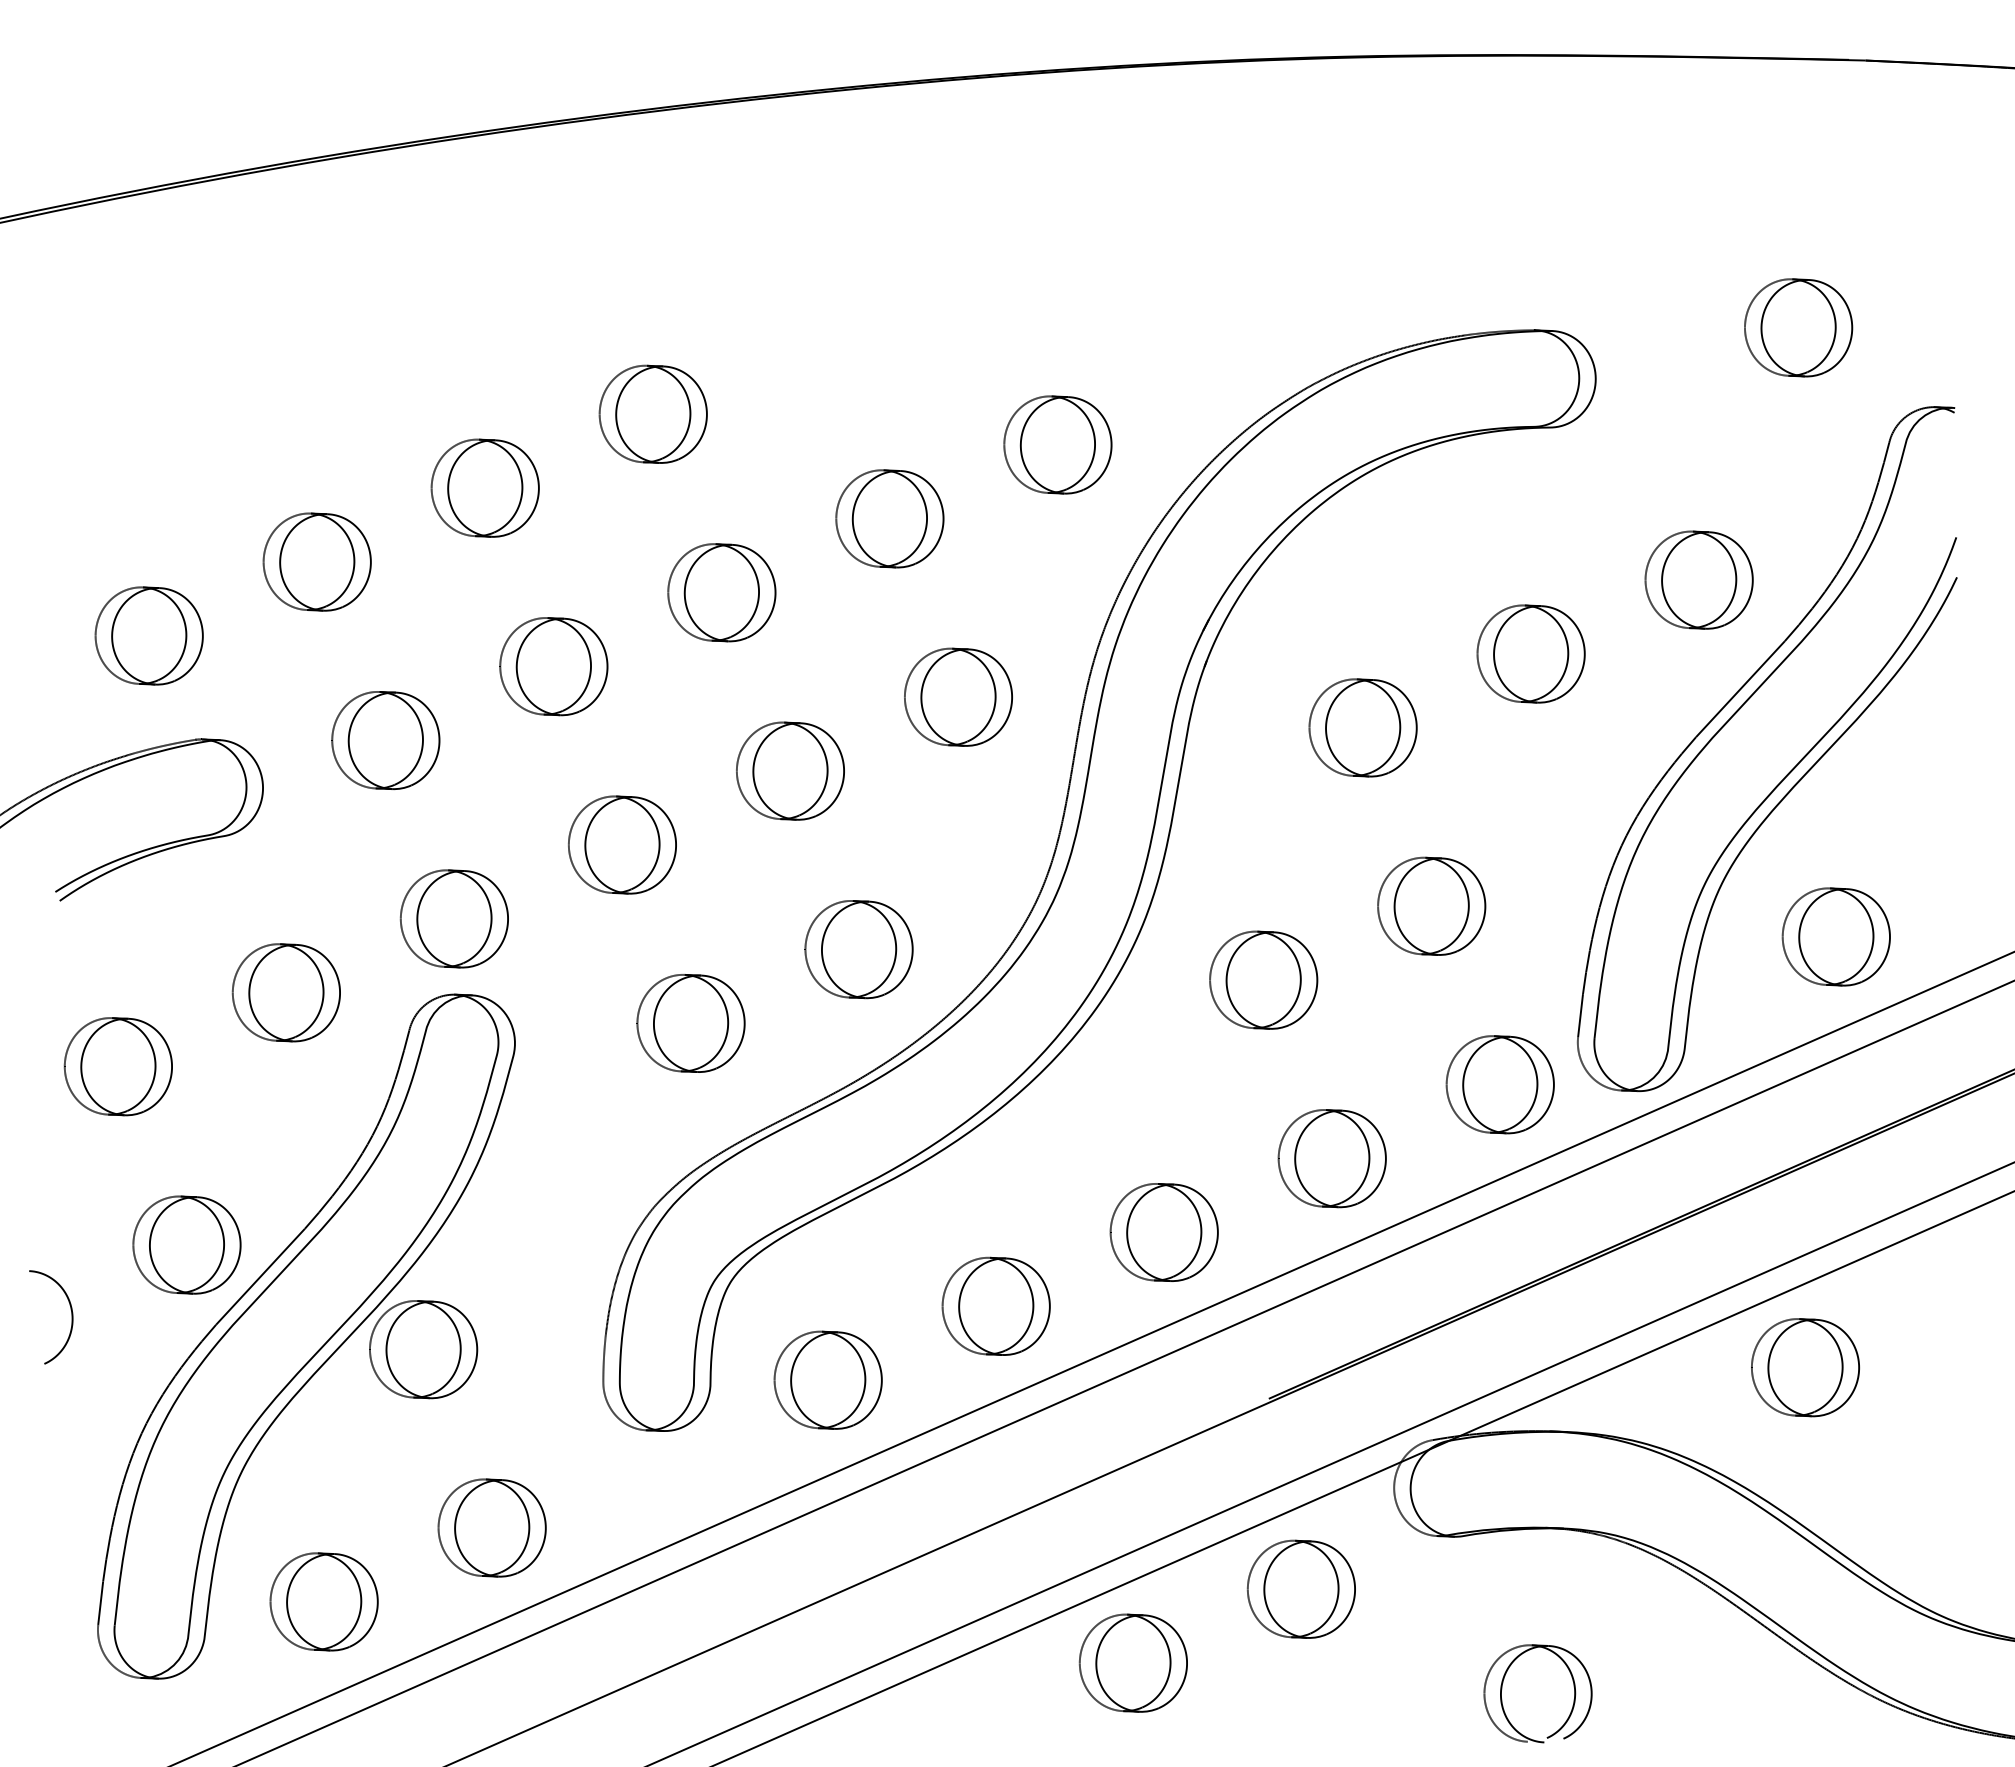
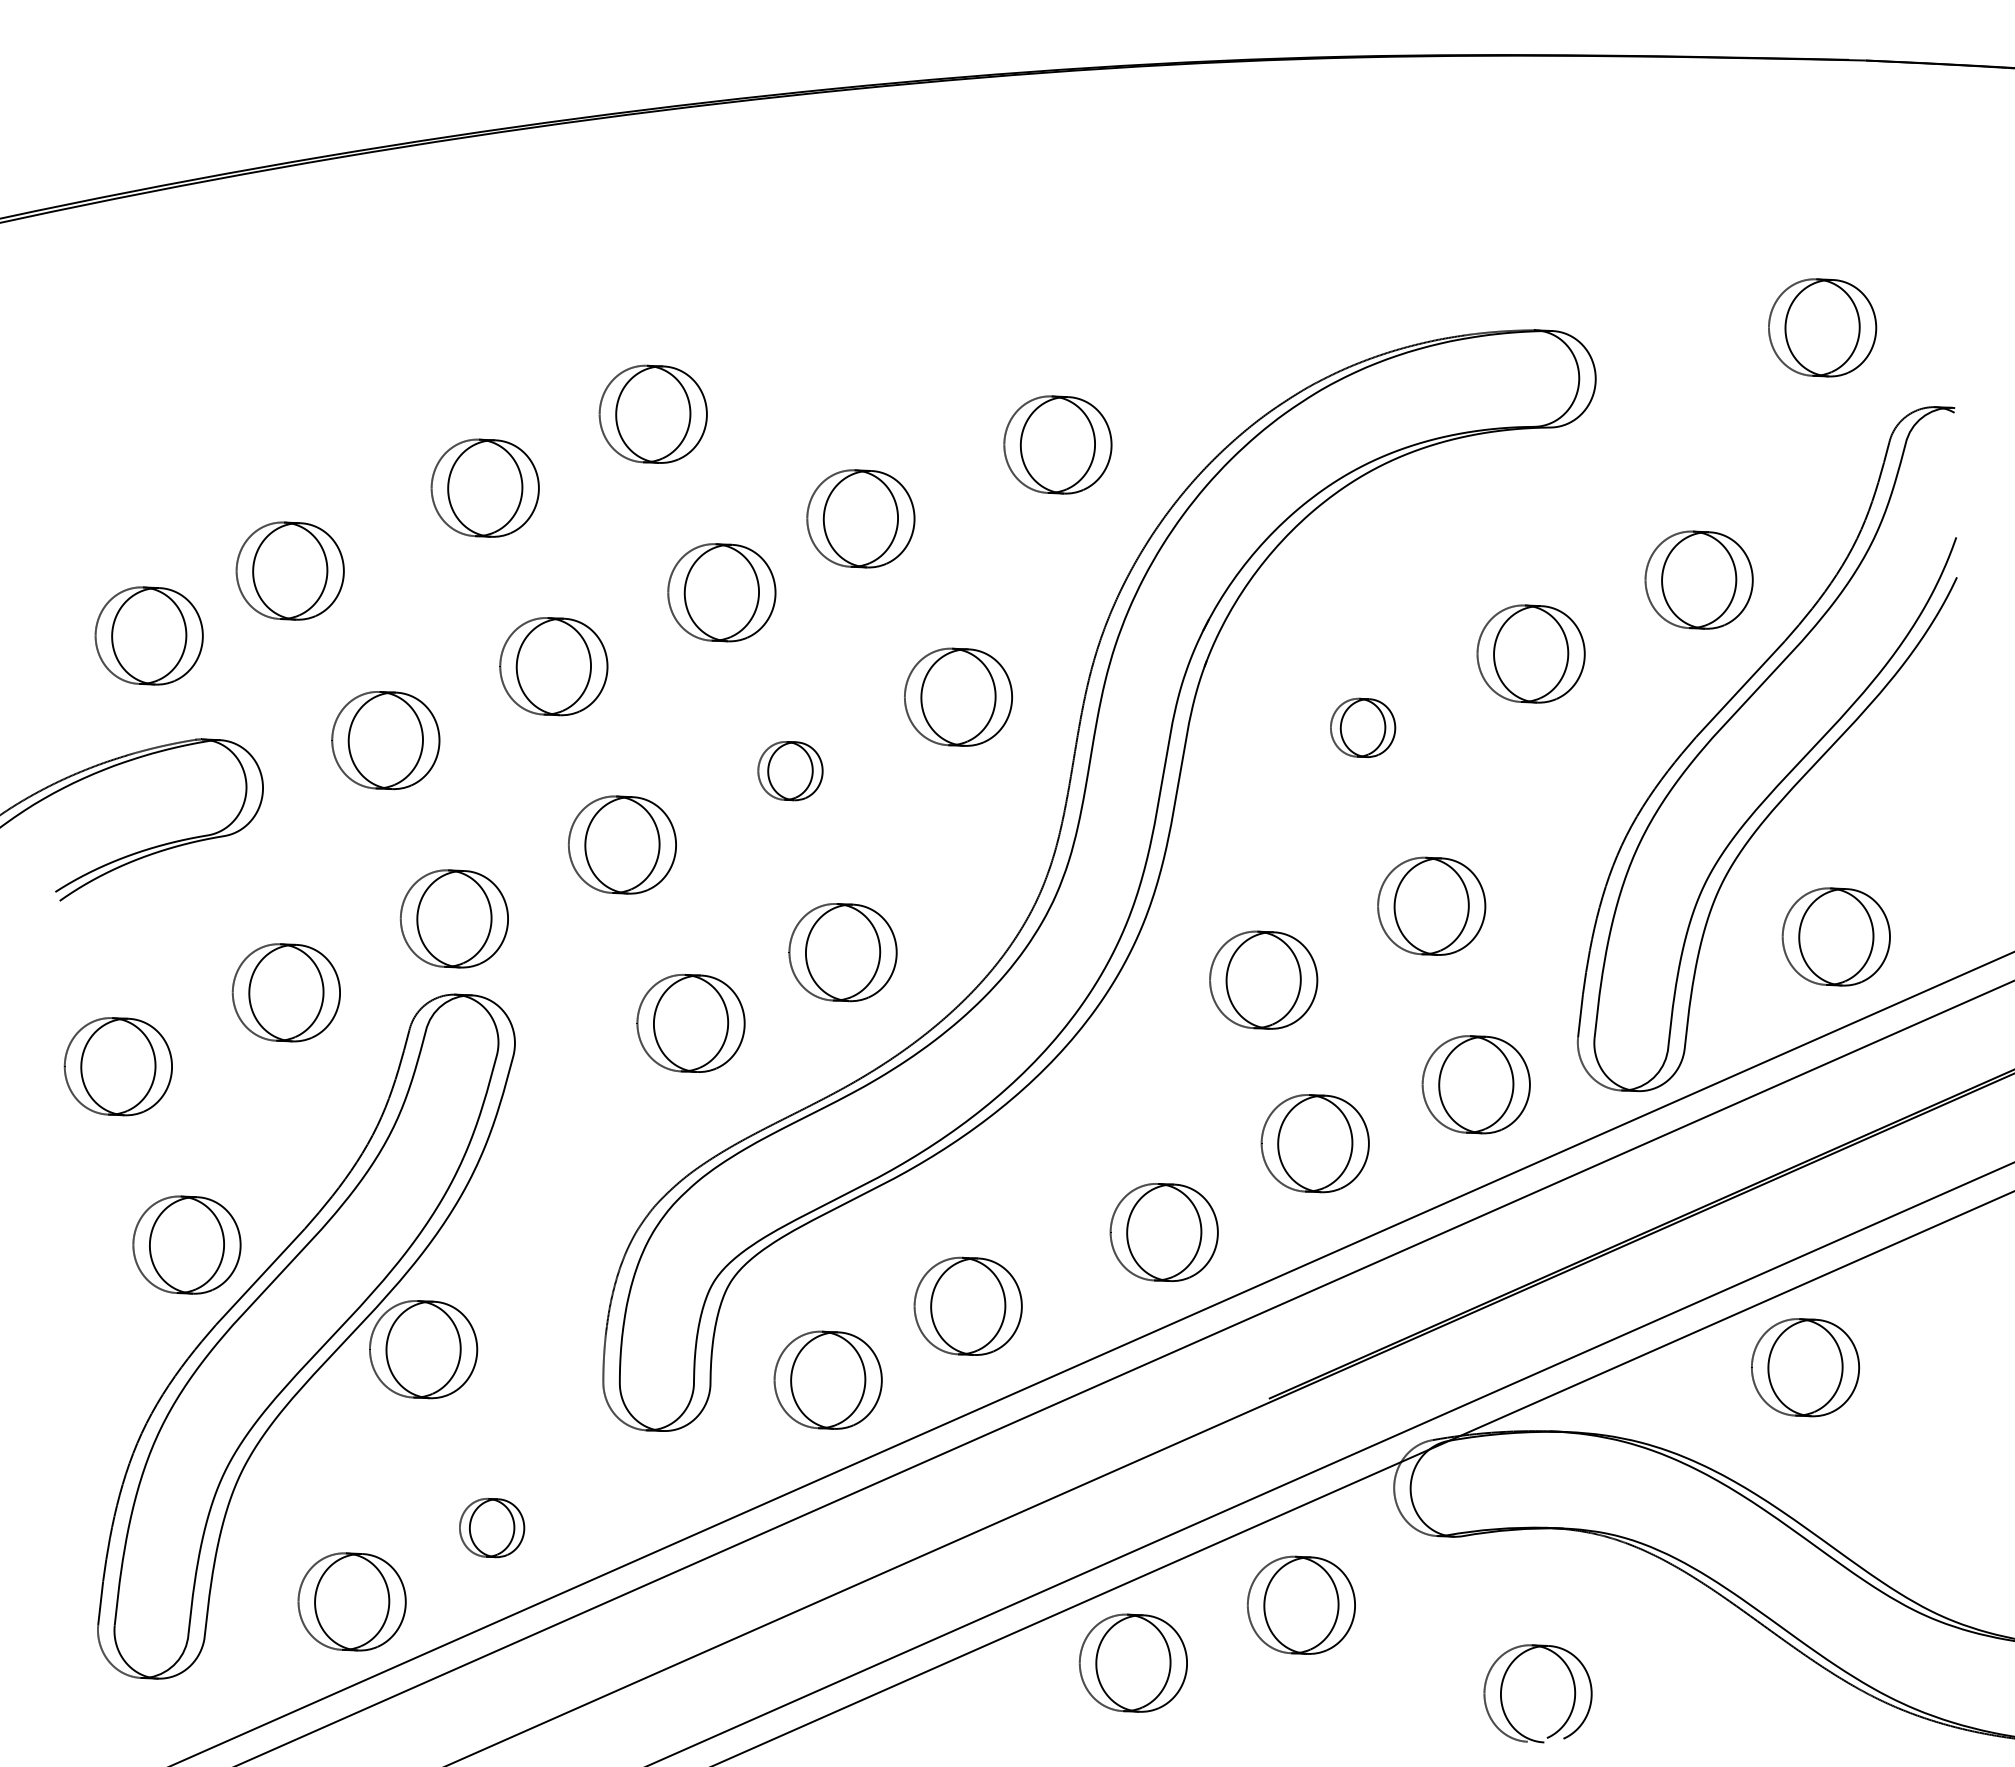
part at (1798, 327) position: (1798, 327) -> (1822, 327)
part at (889, 518) position: (889, 518) -> (860, 518)
part at (316, 561) position: (316, 561) -> (289, 570)
part at (1362, 727) size: 110x100 px -> 67x61 px
part at (790, 770) size: 109x100 px -> 67x61 px
part at (858, 949) position: (858, 949) -> (842, 952)
part at (1499, 1084) position: (1499, 1084) -> (1475, 1084)
part at (1331, 1158) position: (1331, 1158) -> (1314, 1143)
part at (995, 1305) position: (995, 1305) -> (967, 1305)
curve at (71, 1317): present -> none
part at (491, 1527) size: 110x100 px -> 67x61 px
part at (1301, 1588) position: (1301, 1588) -> (1301, 1604)
part at (323, 1601) position: (323, 1601) -> (351, 1601)
